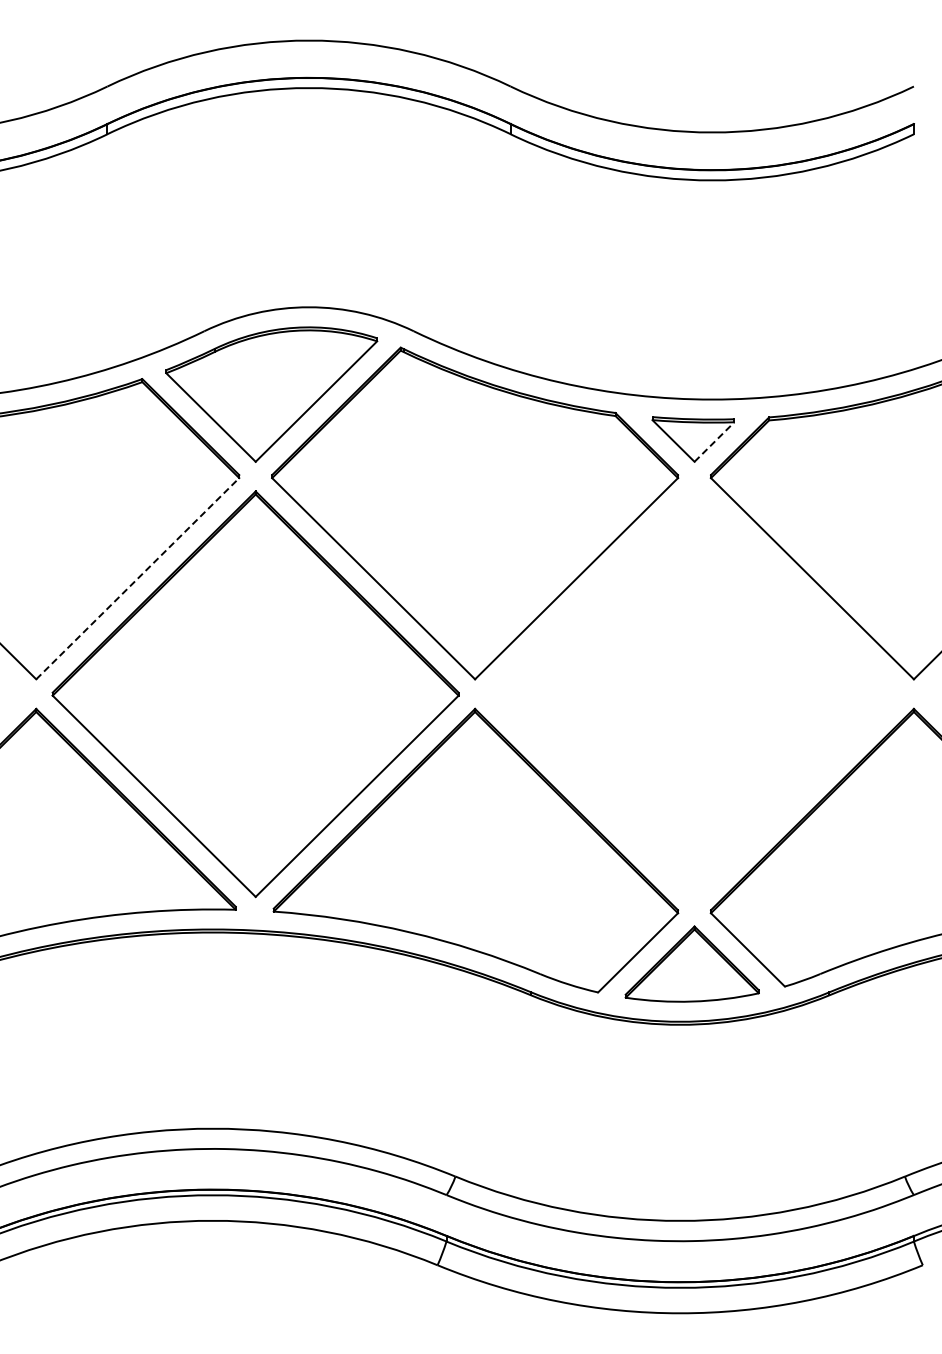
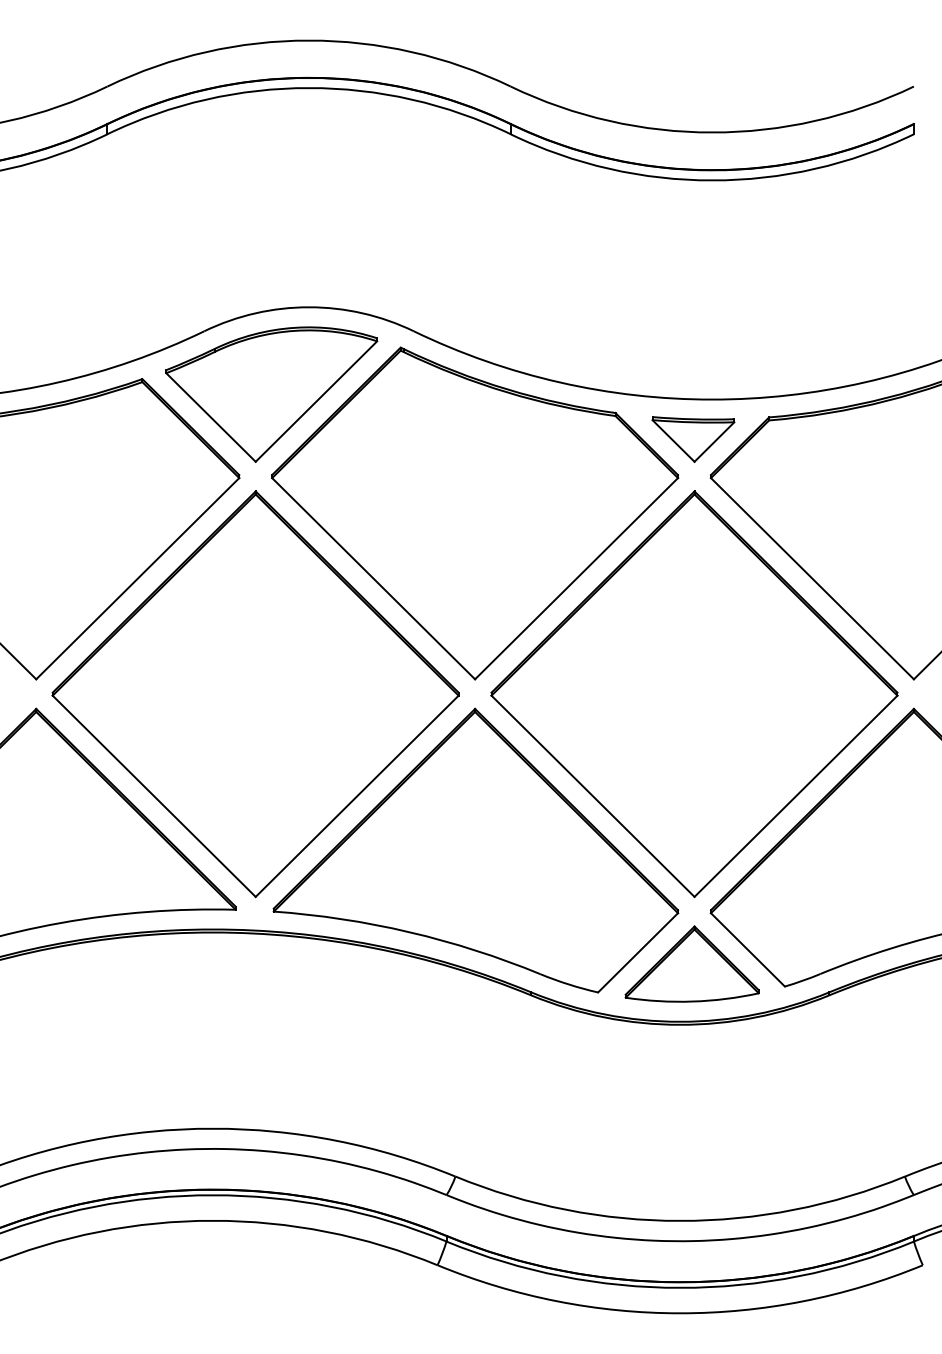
line at (714, 441): dashed -> solid
line at (137, 578): dashed -> solid
part at (694, 694): none -> present
